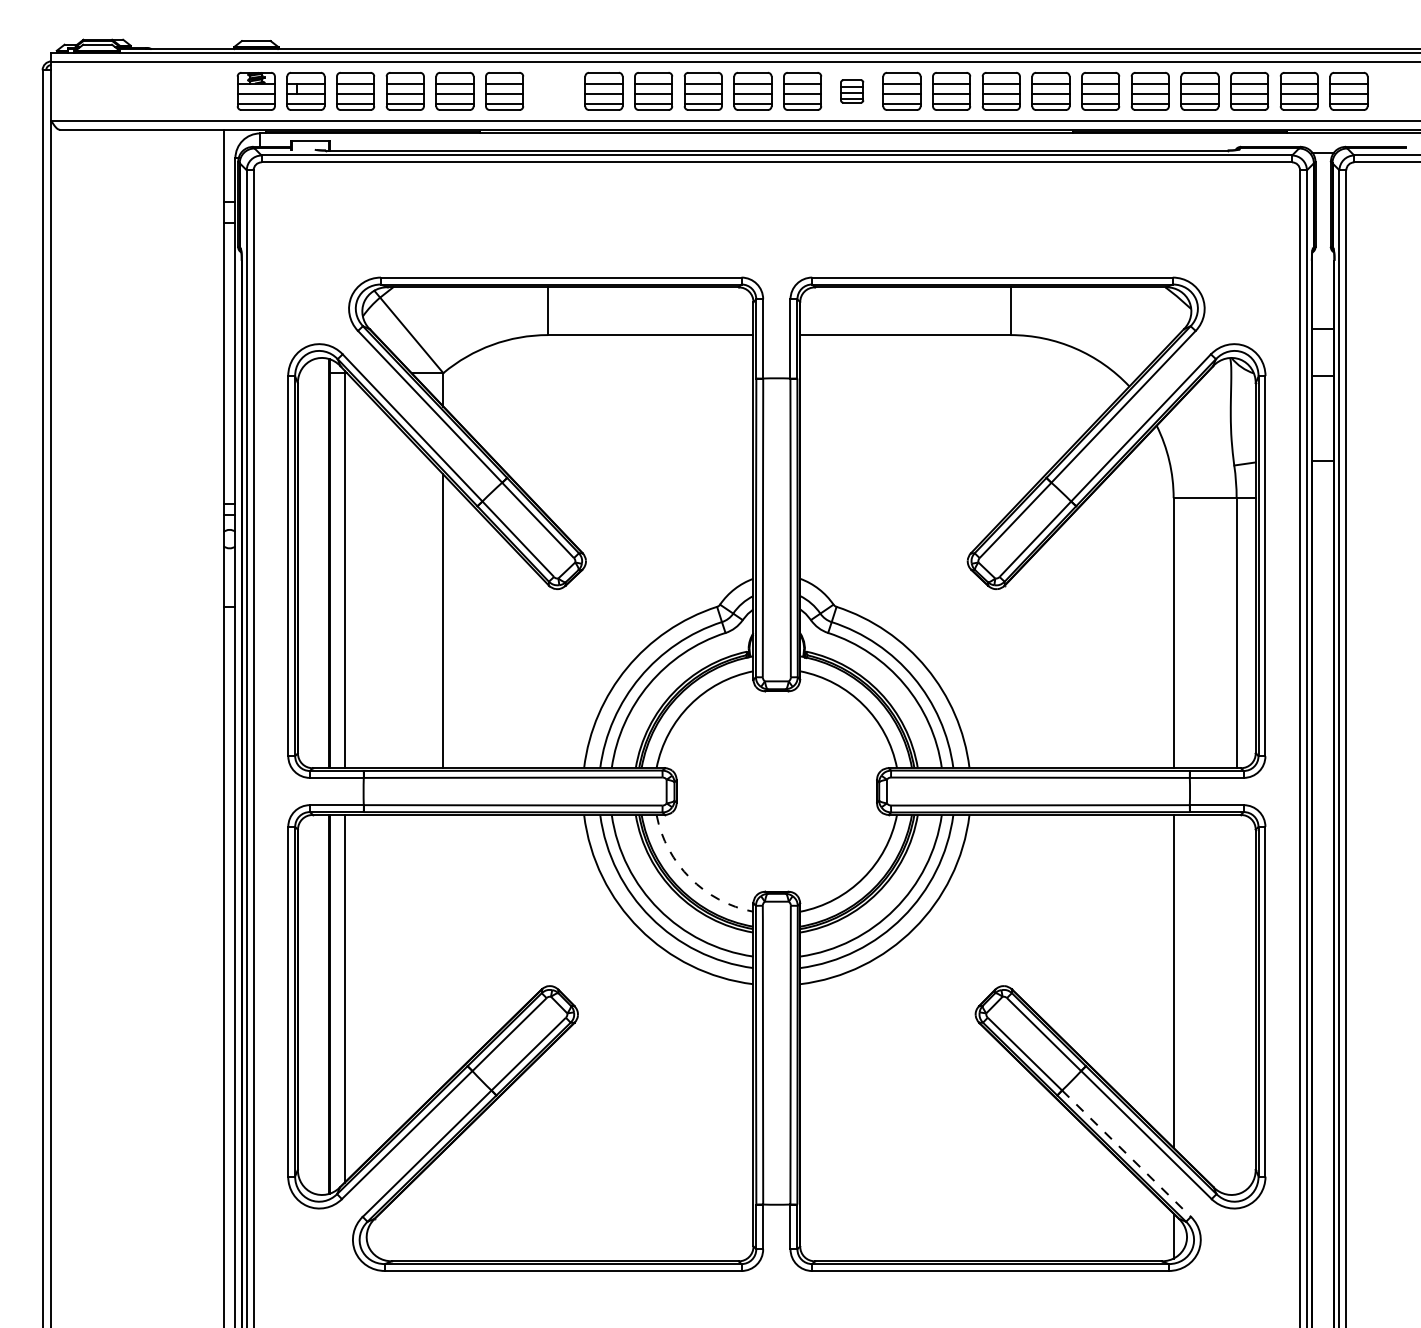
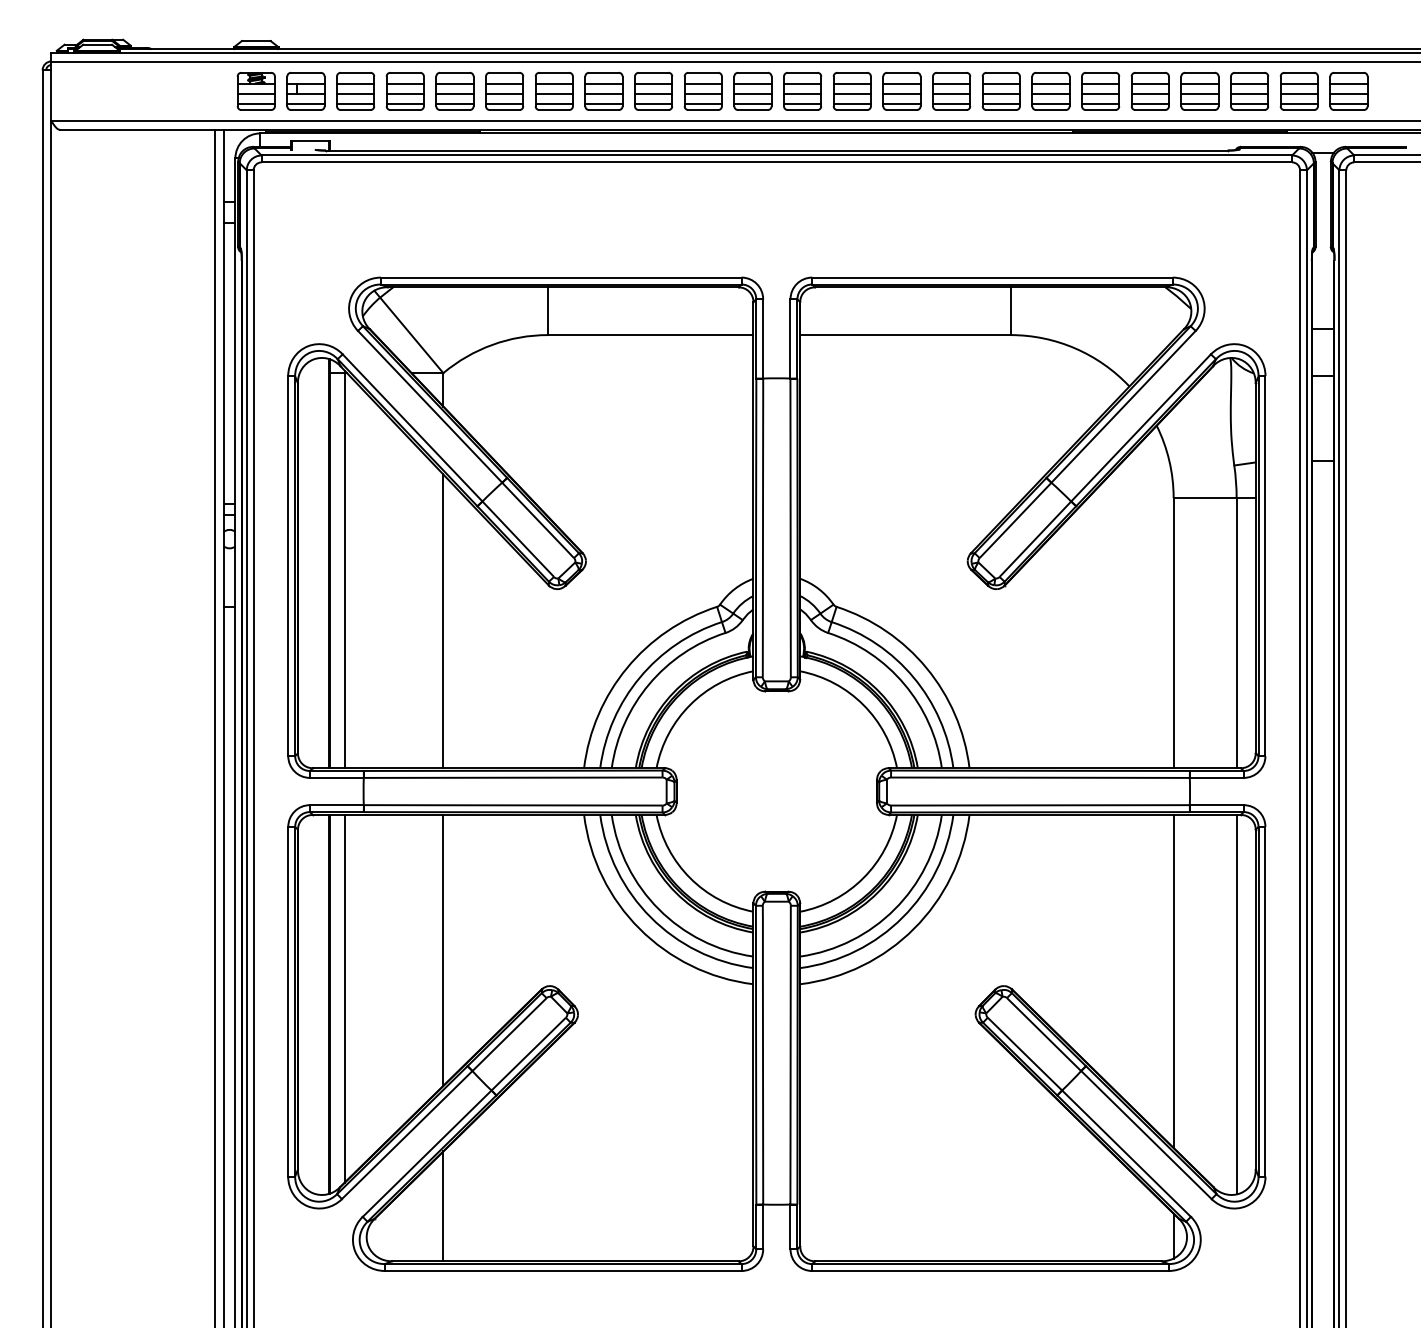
part at (553, 91): none -> present
part at (852, 91) size: 25x25 px -> 40x39 px
line at (214, 726): none -> present
arc at (690, 878): dashed -> solid
line at (443, 949): none -> present
line at (1236, 1004): none -> present
line at (1126, 1154): dashed -> solid
line at (443, 1206): none -> present
